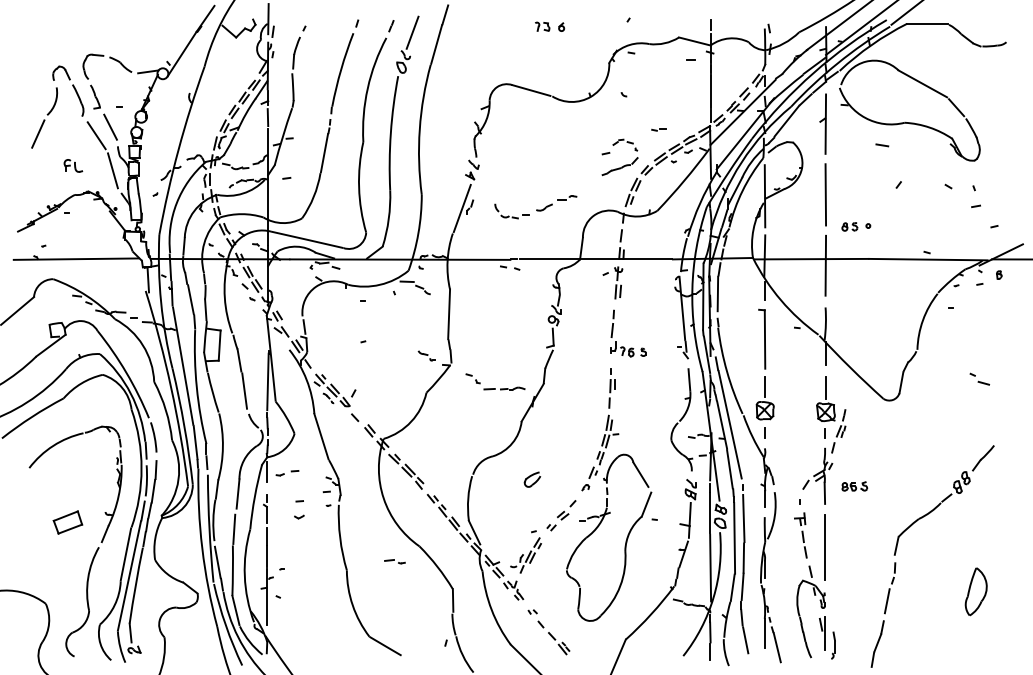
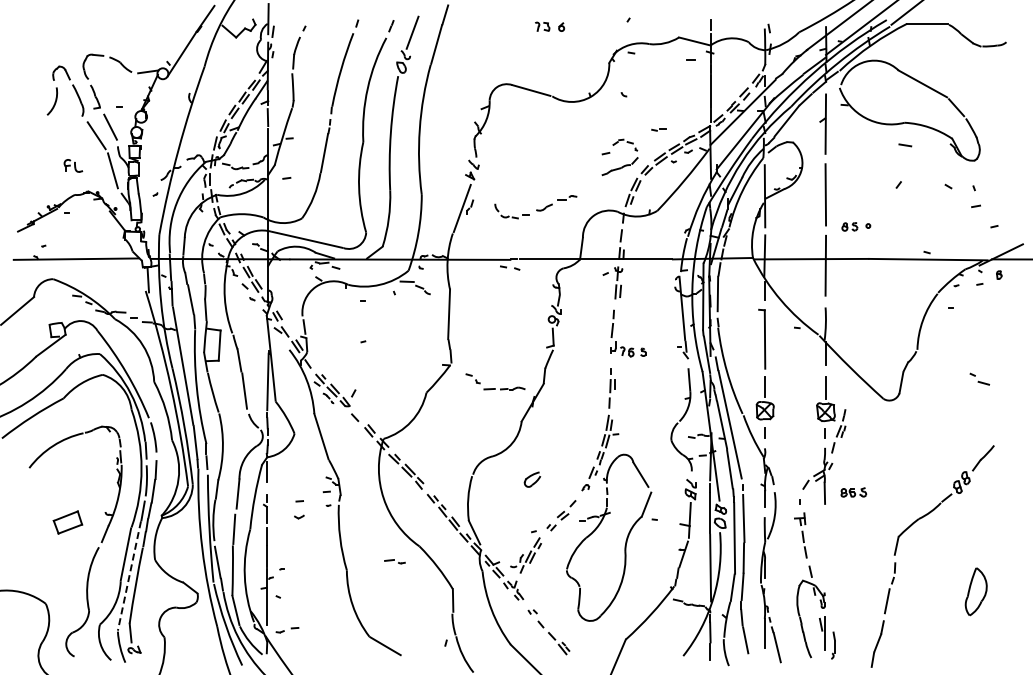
line at (38, 133): present -> none
line at (882, 145) position: (882, 145) -> (905, 145)
part at (426, 355): present -> none
part at (287, 473) position: (287, 473) -> (287, 630)
part at (854, 486) position: (854, 486) -> (853, 492)
line at (824, 547): present -> none
line at (129, 576): solid -> dashed
